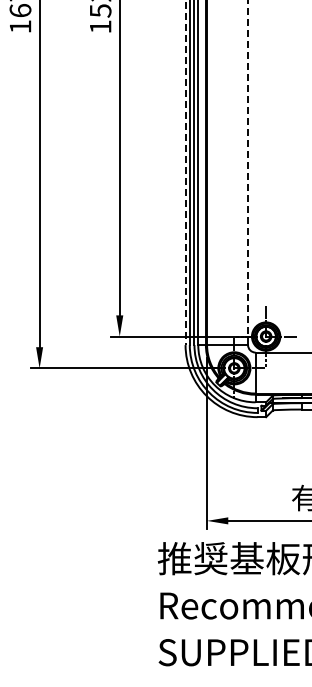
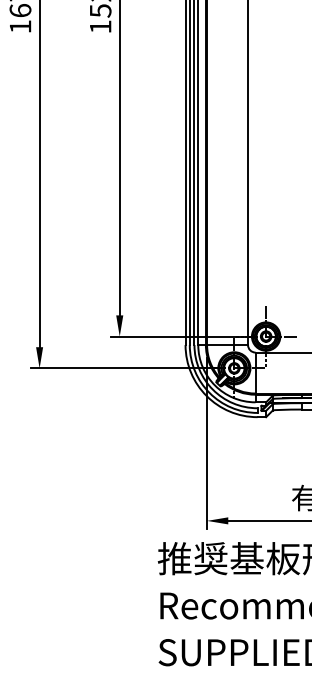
line at (248, 172): dashed -> solid
line at (185, 173): dashed -> solid
